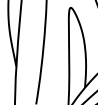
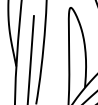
line at (30, 58): none -> present
